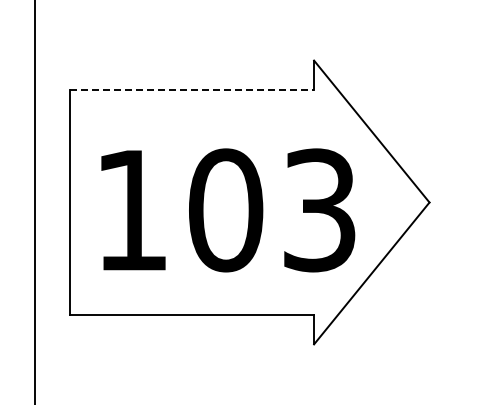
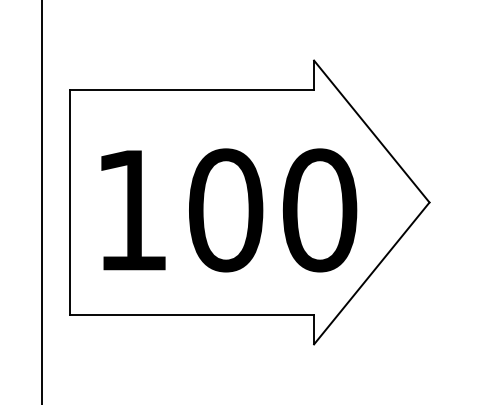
line at (192, 90): dashed -> solid
line at (35, 201) position: (35, 201) -> (42, 201)
text at (319, 210): 103 -> 100
